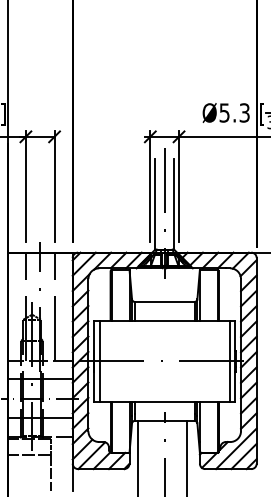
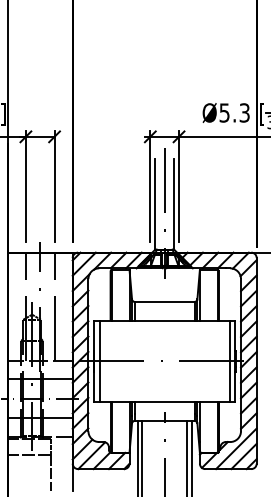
line at (142, 456): none -> present
line at (191, 456): none -> present
